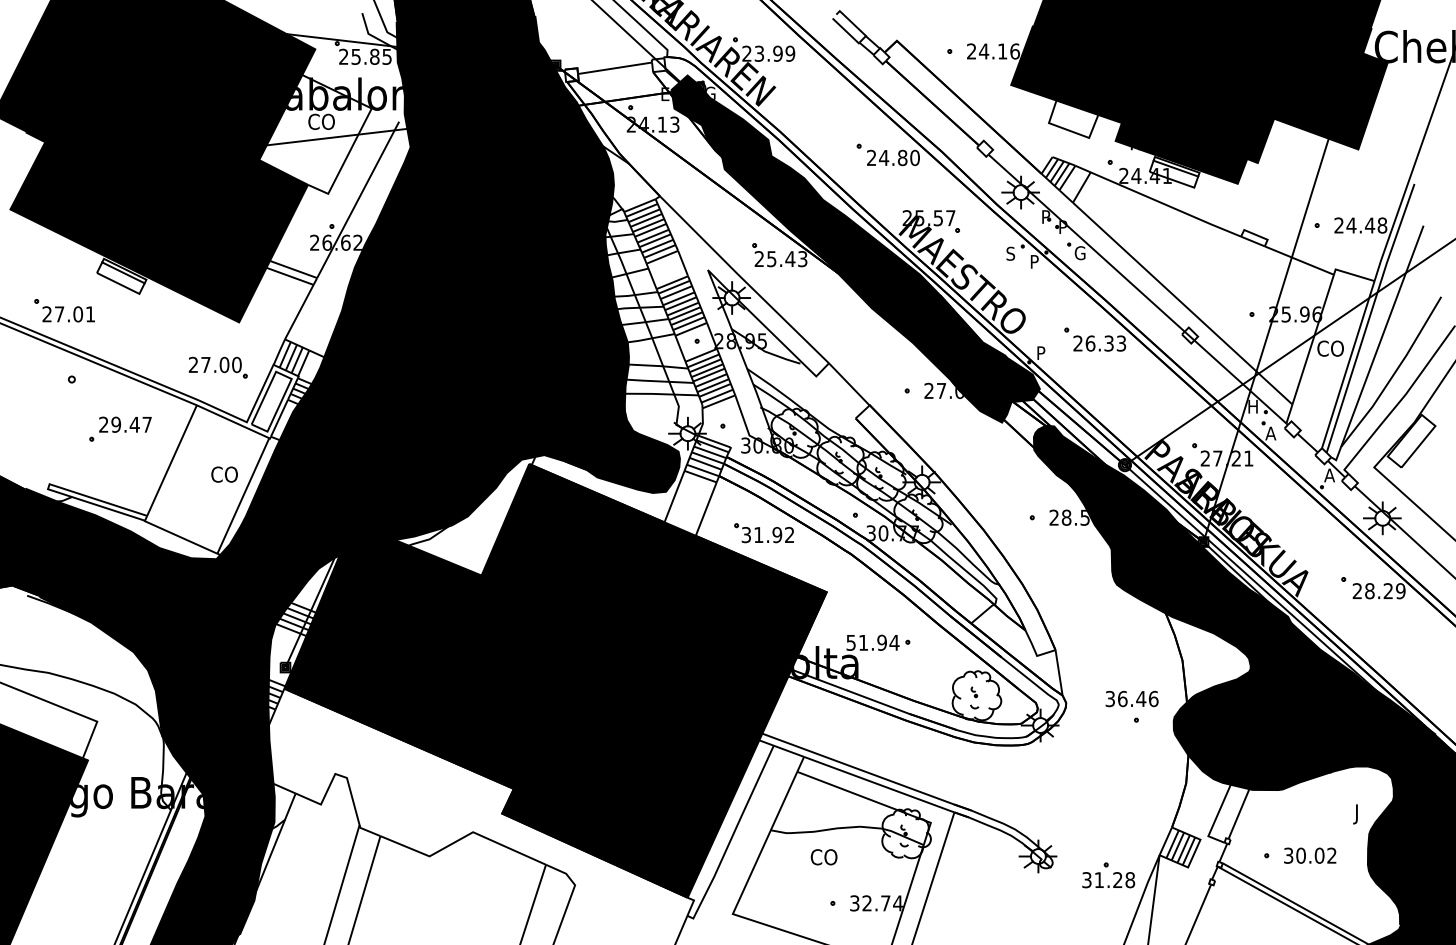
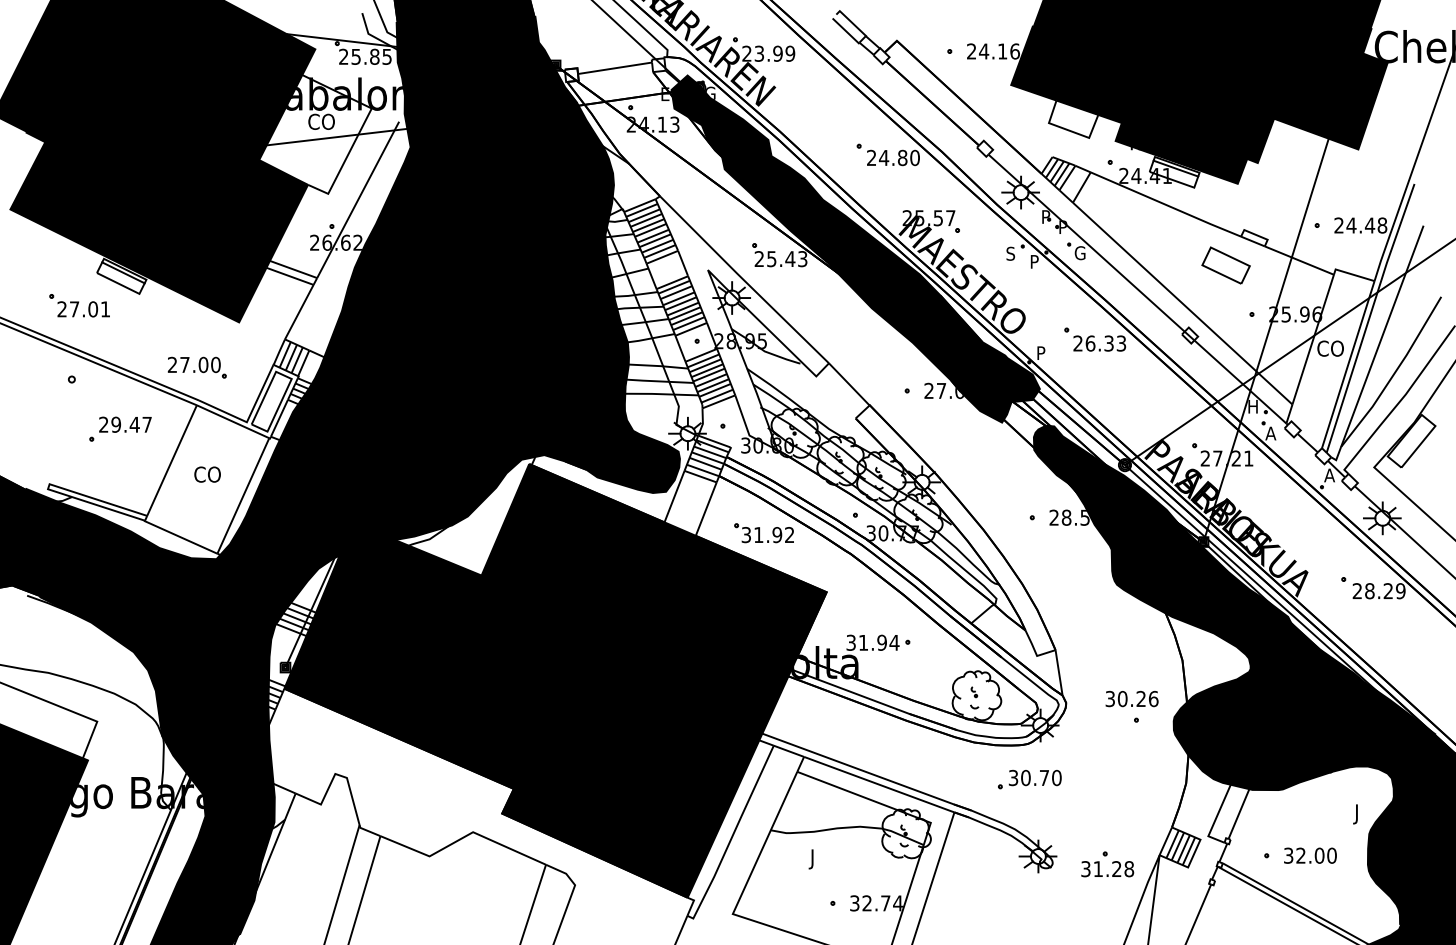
part at (1225, 265): none -> present
part at (64, 310) position: (64, 310) -> (79, 305)
part at (217, 367) position: (217, 367) -> (196, 367)
text at (224, 474) position: (224, 474) -> (207, 474)
text at (851, 642): 51.94 -> 31.94
text at (1132, 698): 36.46 -> 30.26
part at (1029, 779): none -> present
text at (1316, 855): 30.02 -> 32.00
text at (822, 859): CO -> J
part at (1108, 875) position: (1108, 875) -> (1107, 864)
